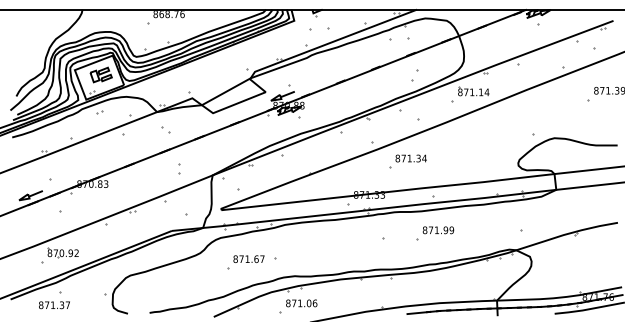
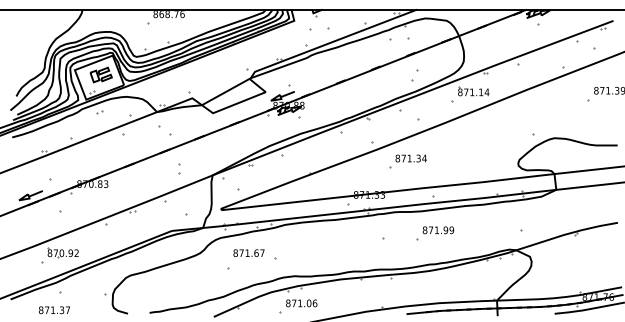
part at (165, 129) size: 10x8 px -> 14x11 px
text at (248, 258) position: (248, 258) -> (248, 252)
text at (54, 305) position: (54, 305) -> (54, 310)
